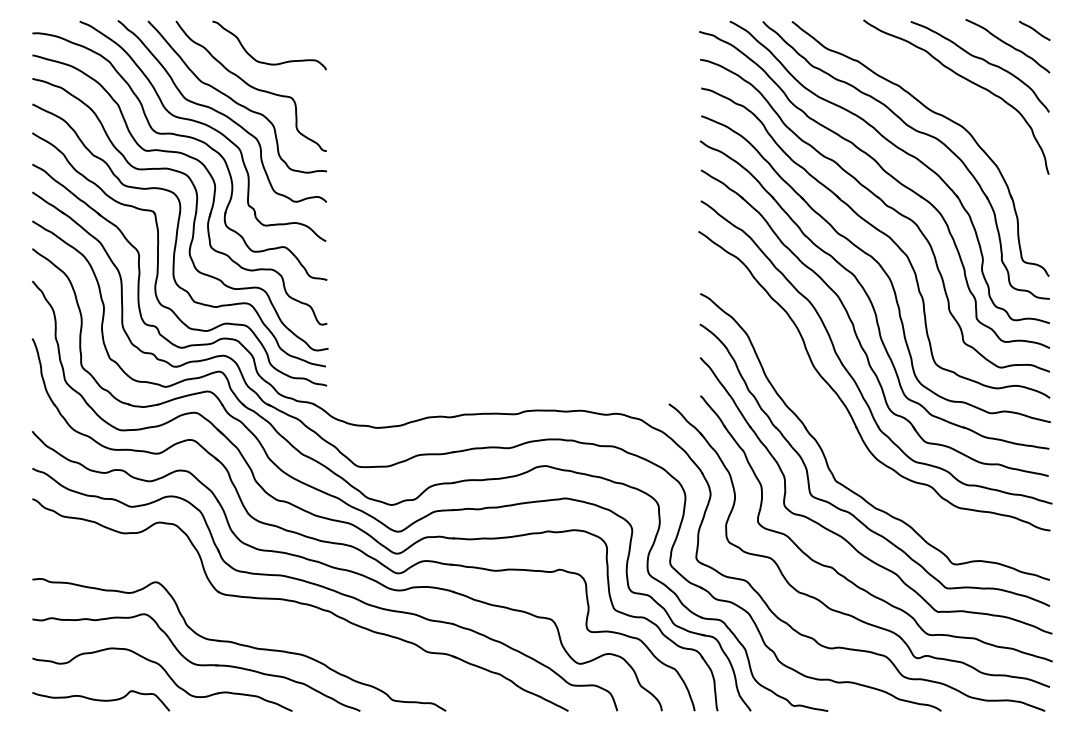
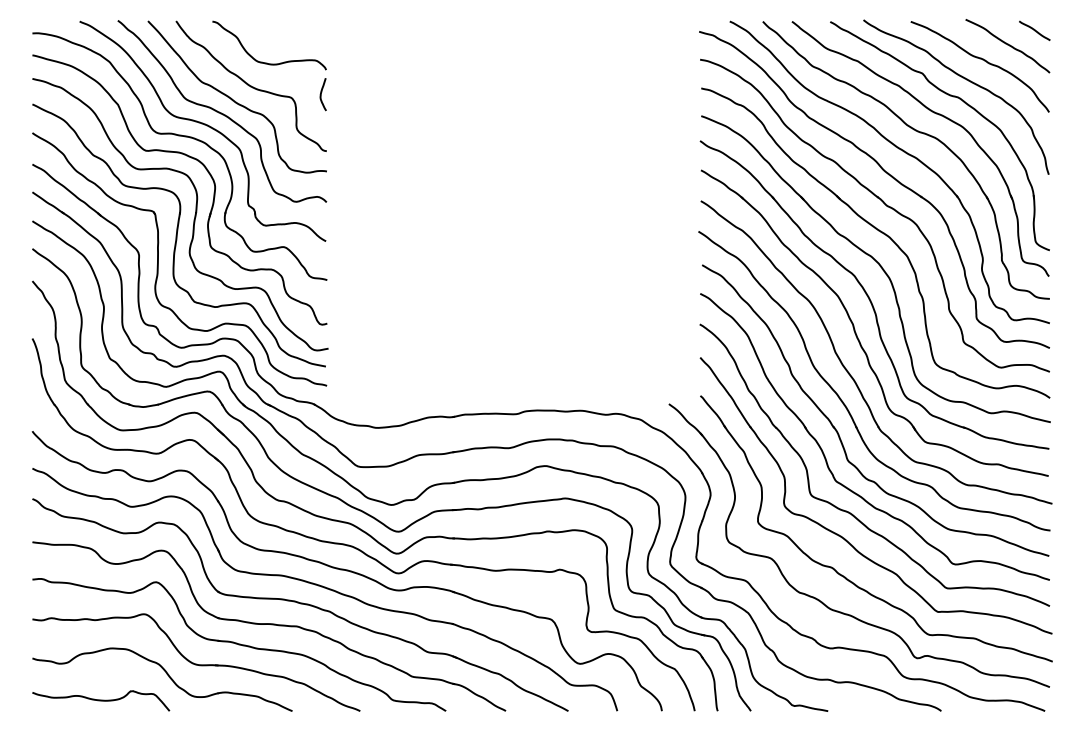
curve at (321, 94): none -> present
part at (964, 103): none -> present
part at (837, 430): none -> present
part at (269, 626): none -> present
